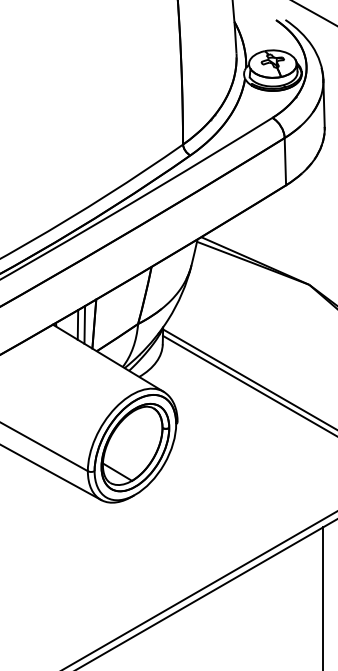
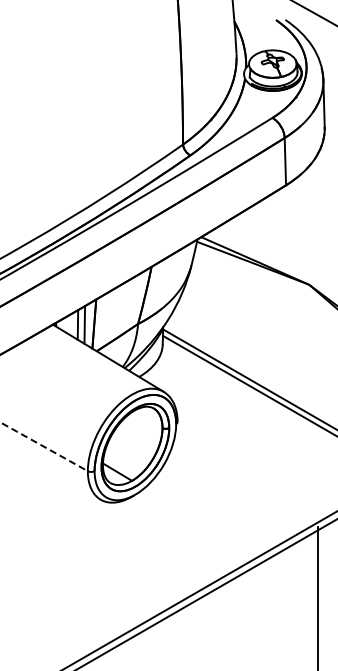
line at (44, 446): solid -> dashed
line at (51, 472): present -> none
line at (323, 597) position: (323, 597) -> (318, 597)
